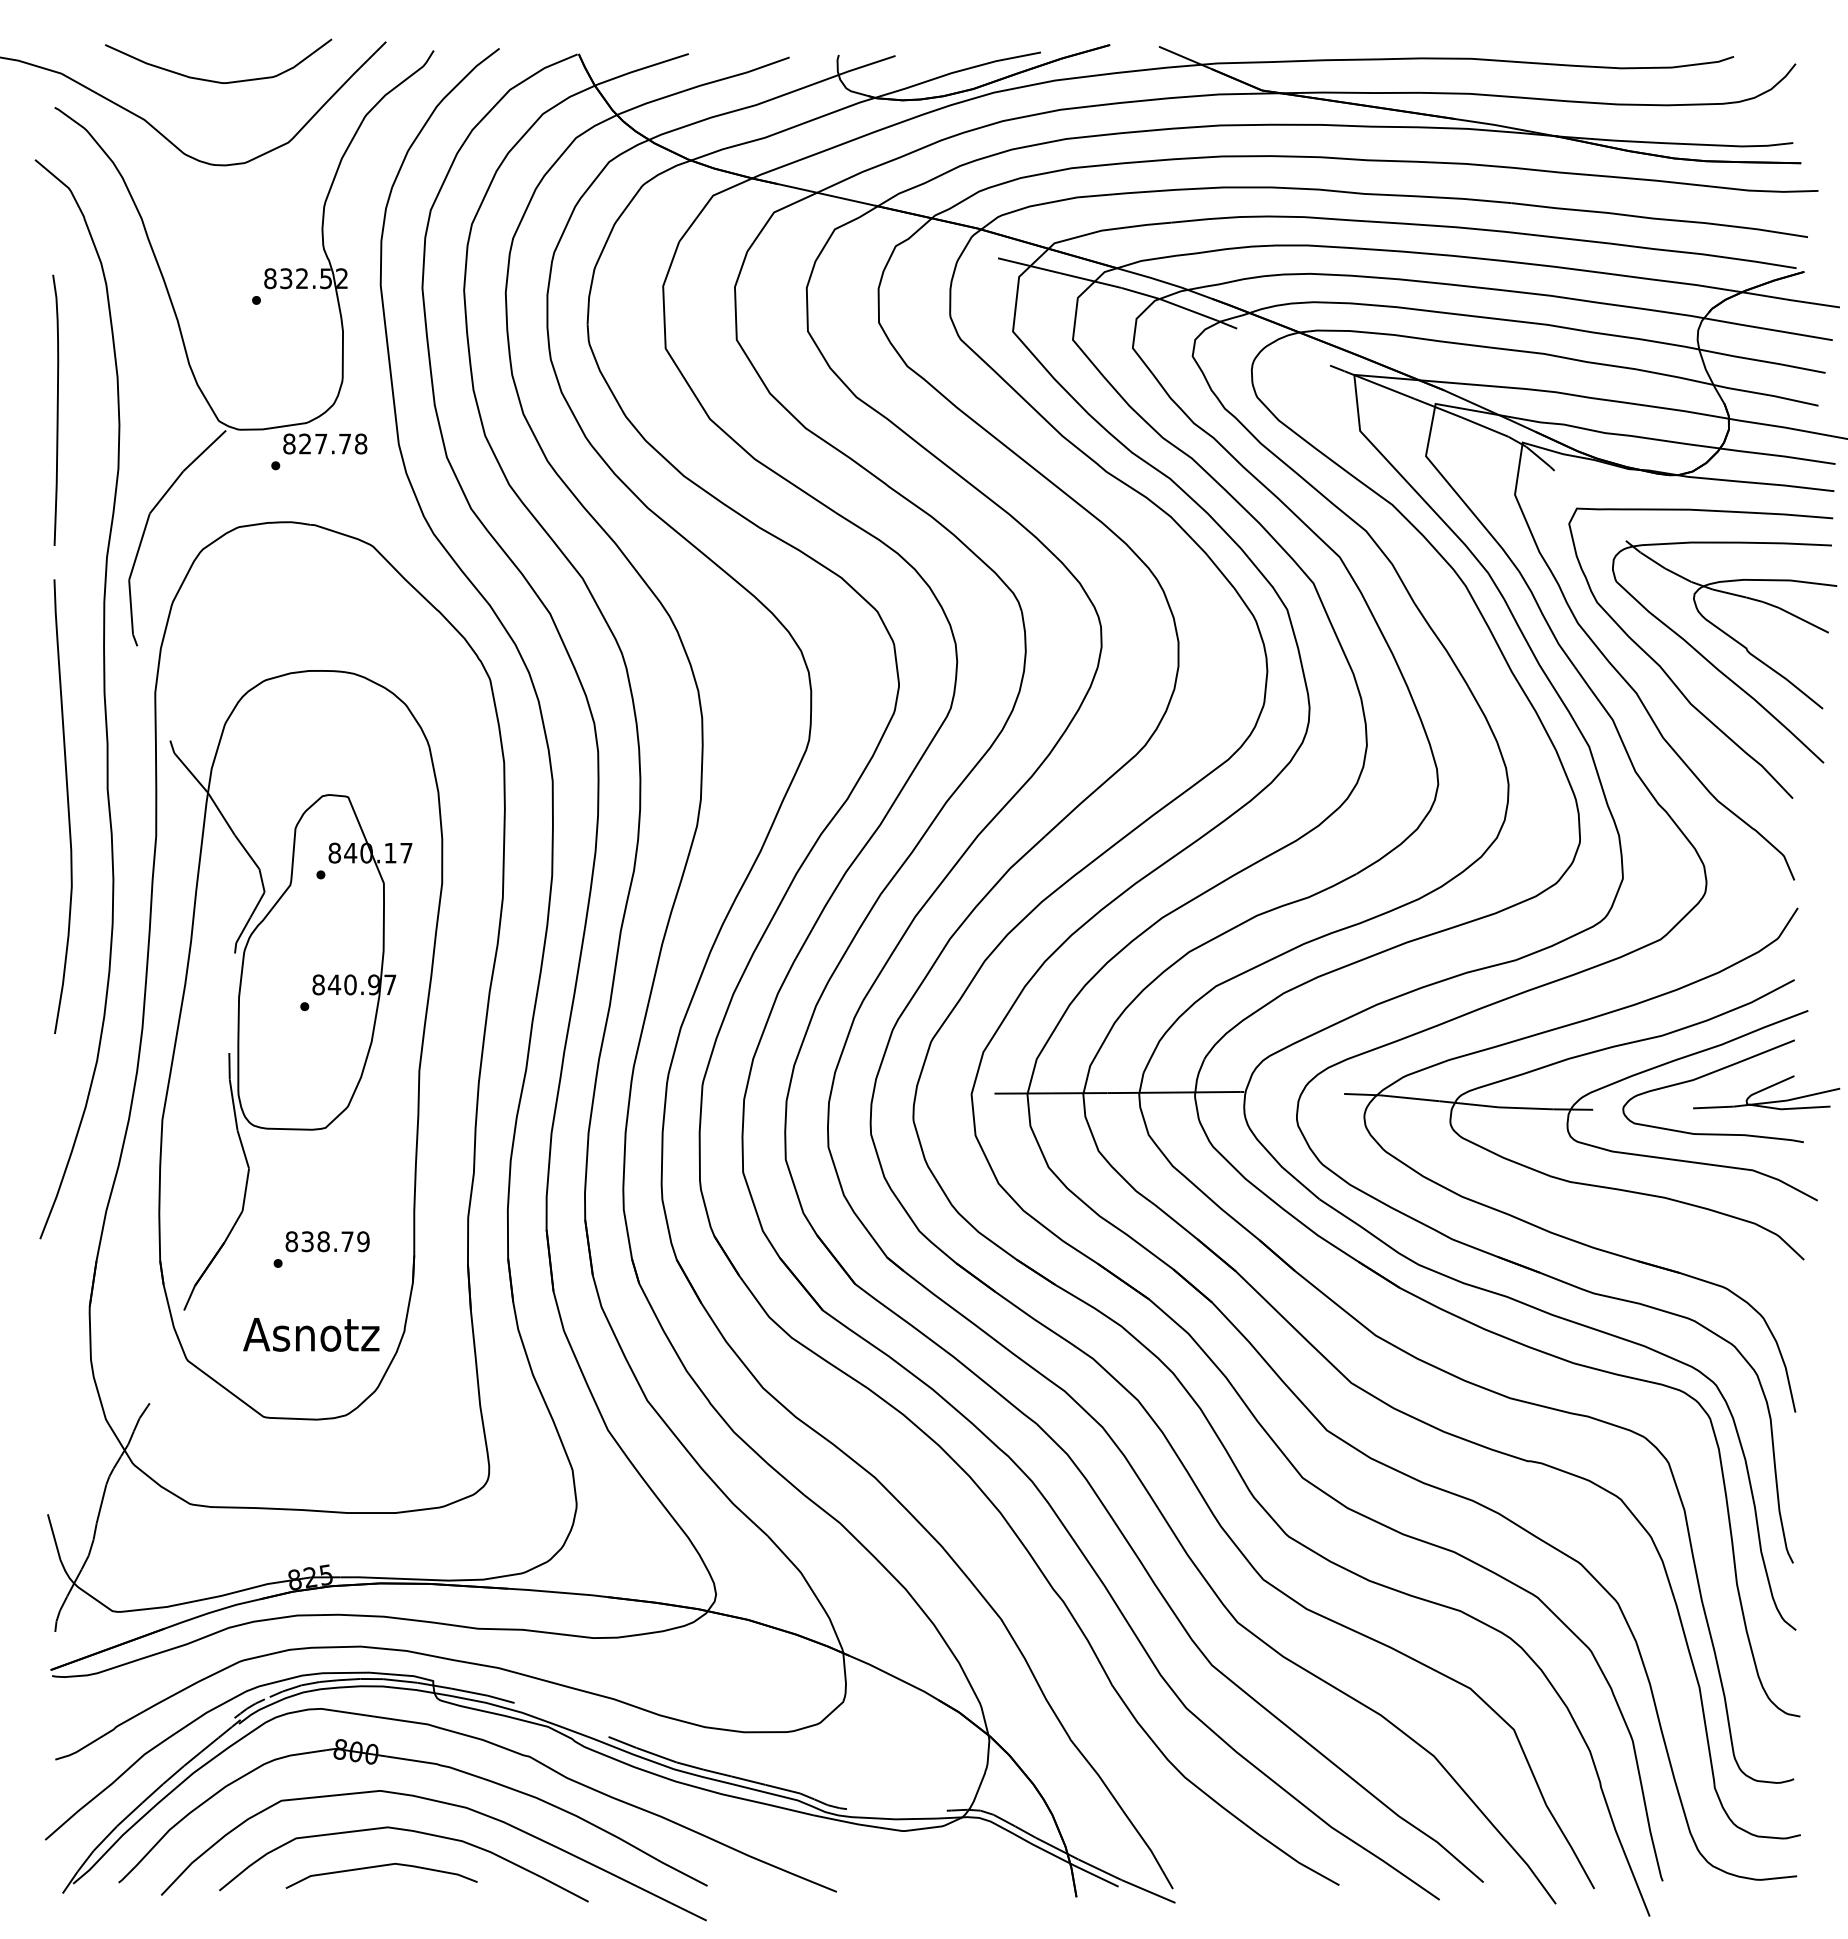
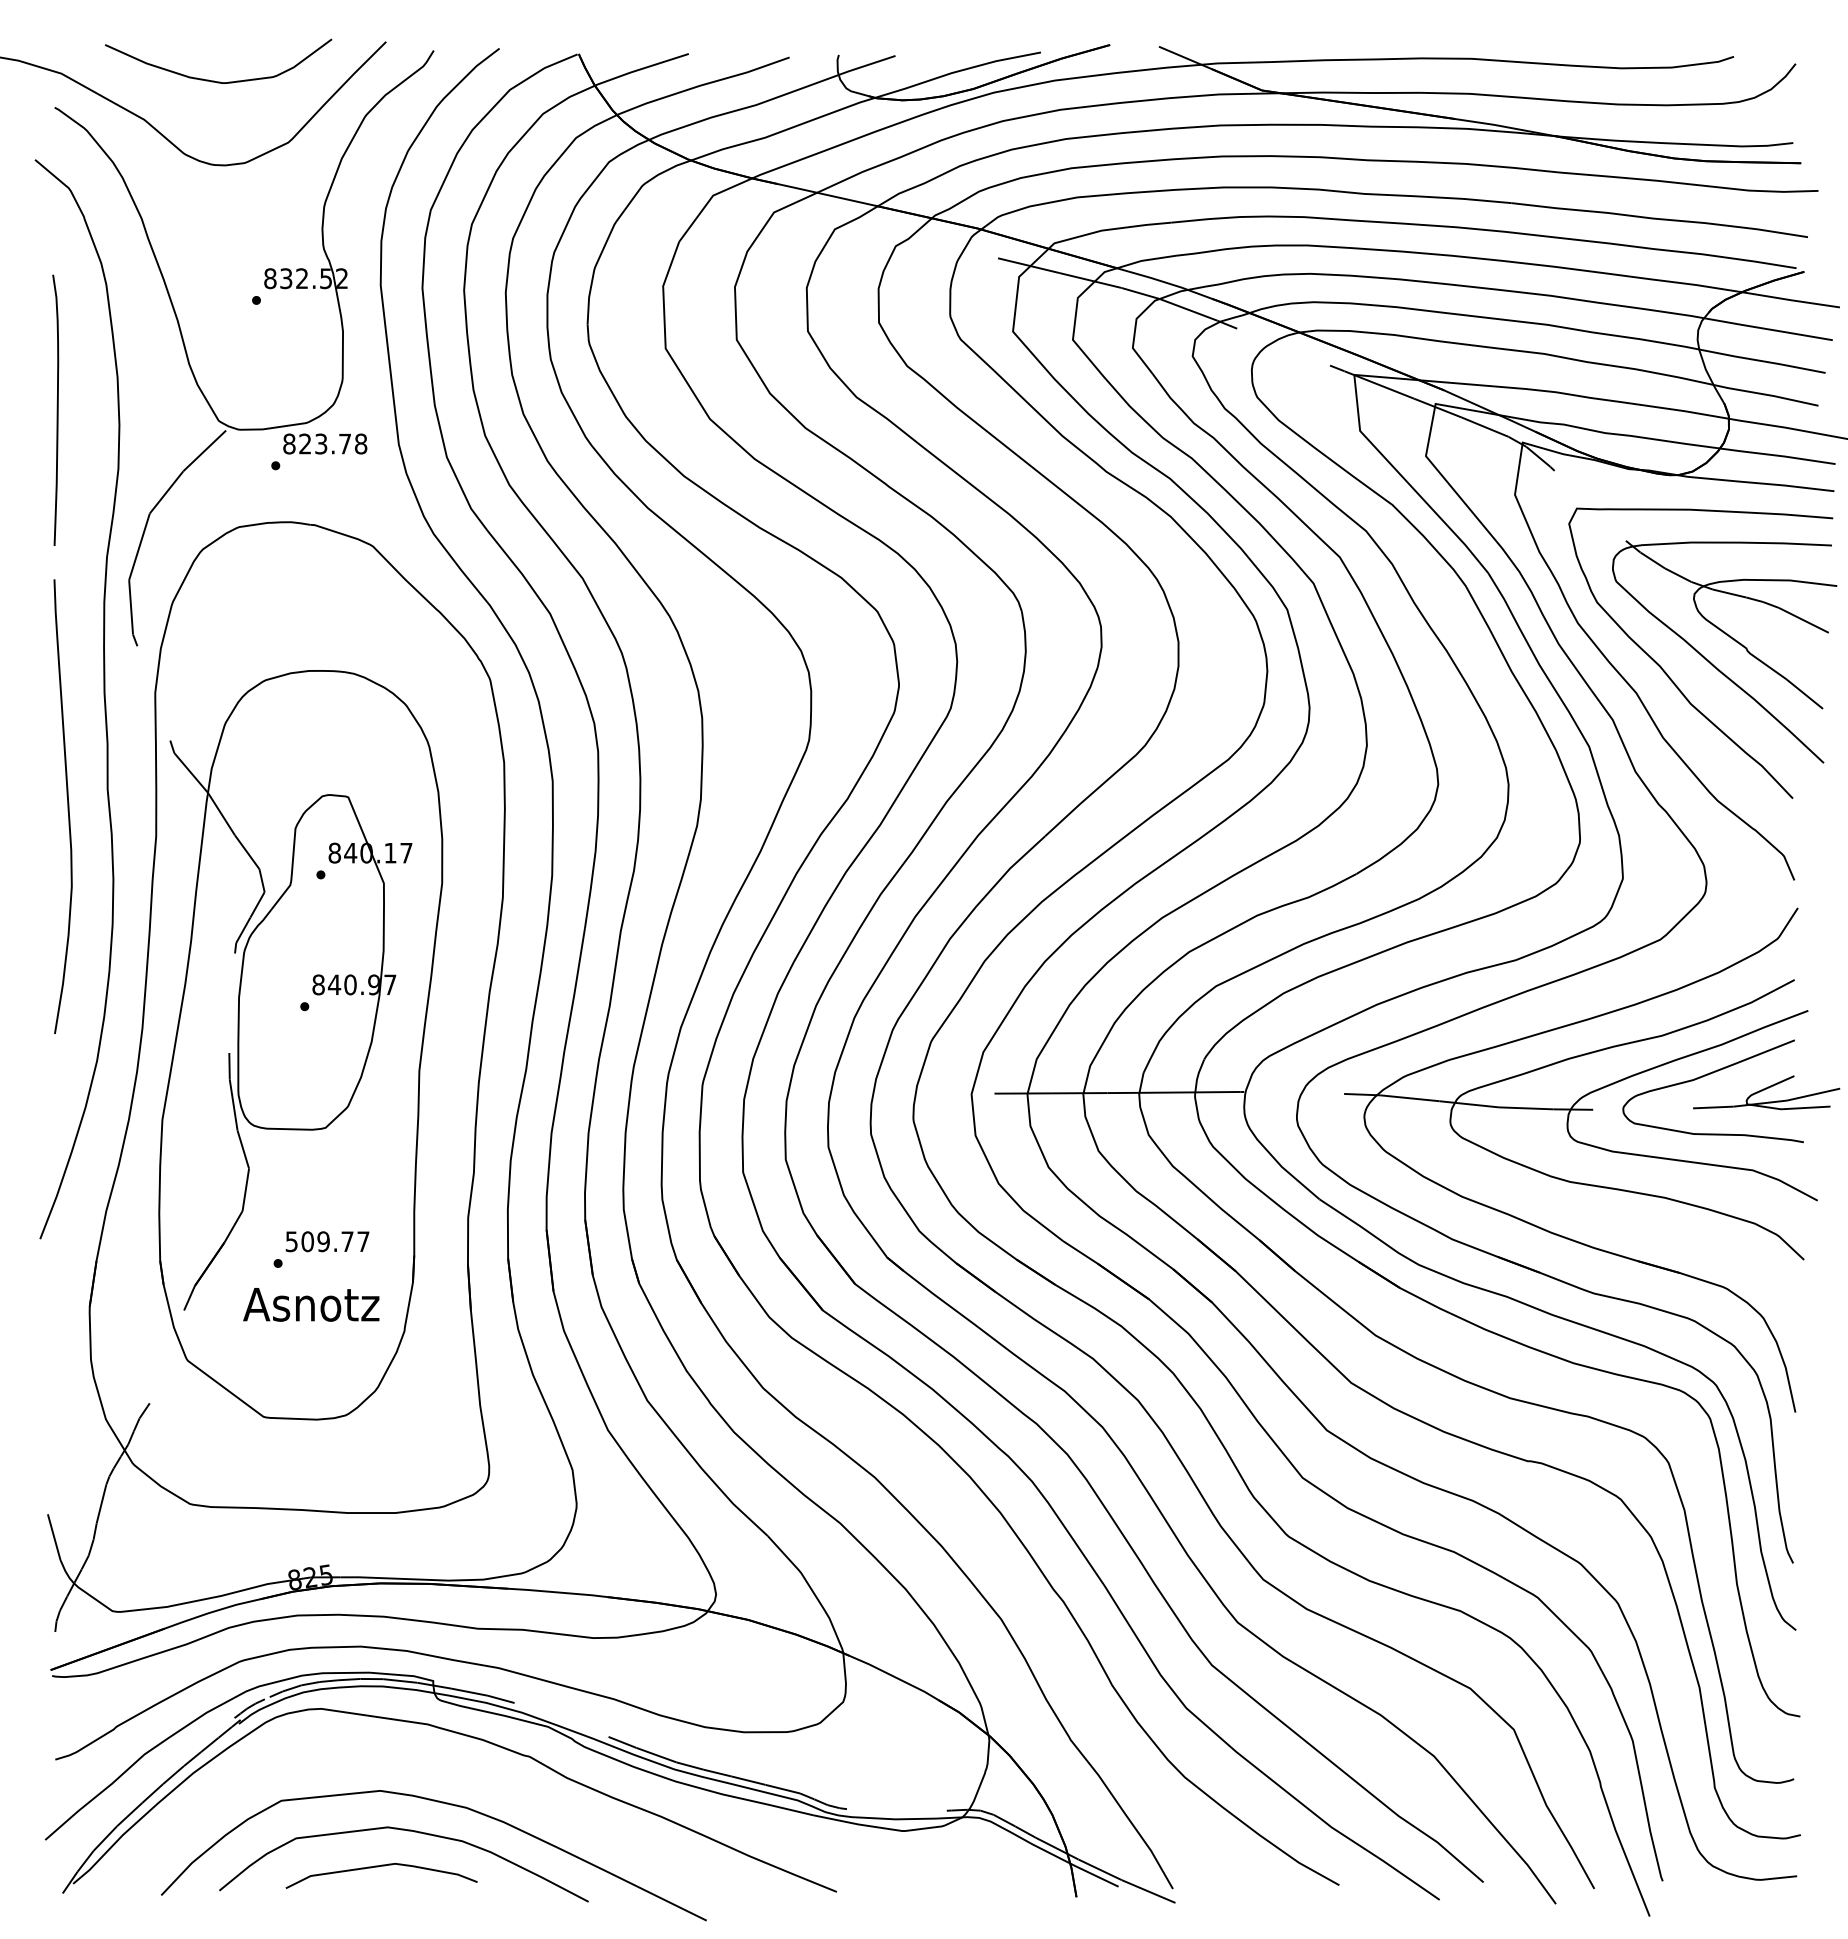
text at (321, 443): 827.78 -> 823.78
text at (327, 1241): 838.79 -> 509.77
text at (311, 1334) position: (311, 1334) -> (311, 1304)
part at (417, 1762): present -> none
